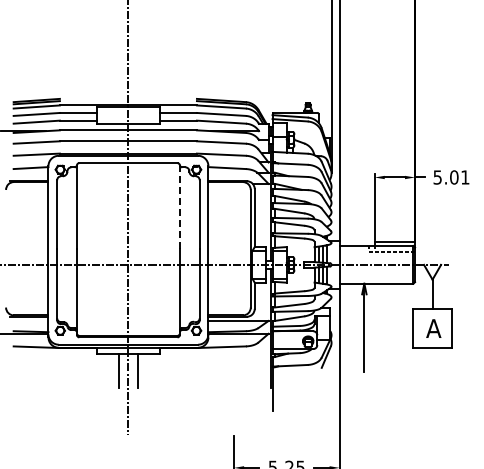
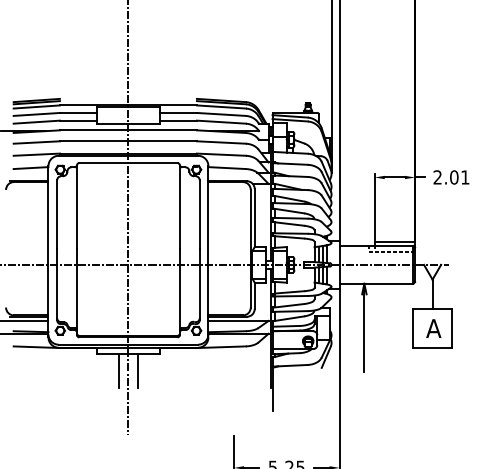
text at (437, 177): 5.01 -> 2.01
line at (179, 207): dashed -> solid
line at (25, 320): none -> present
